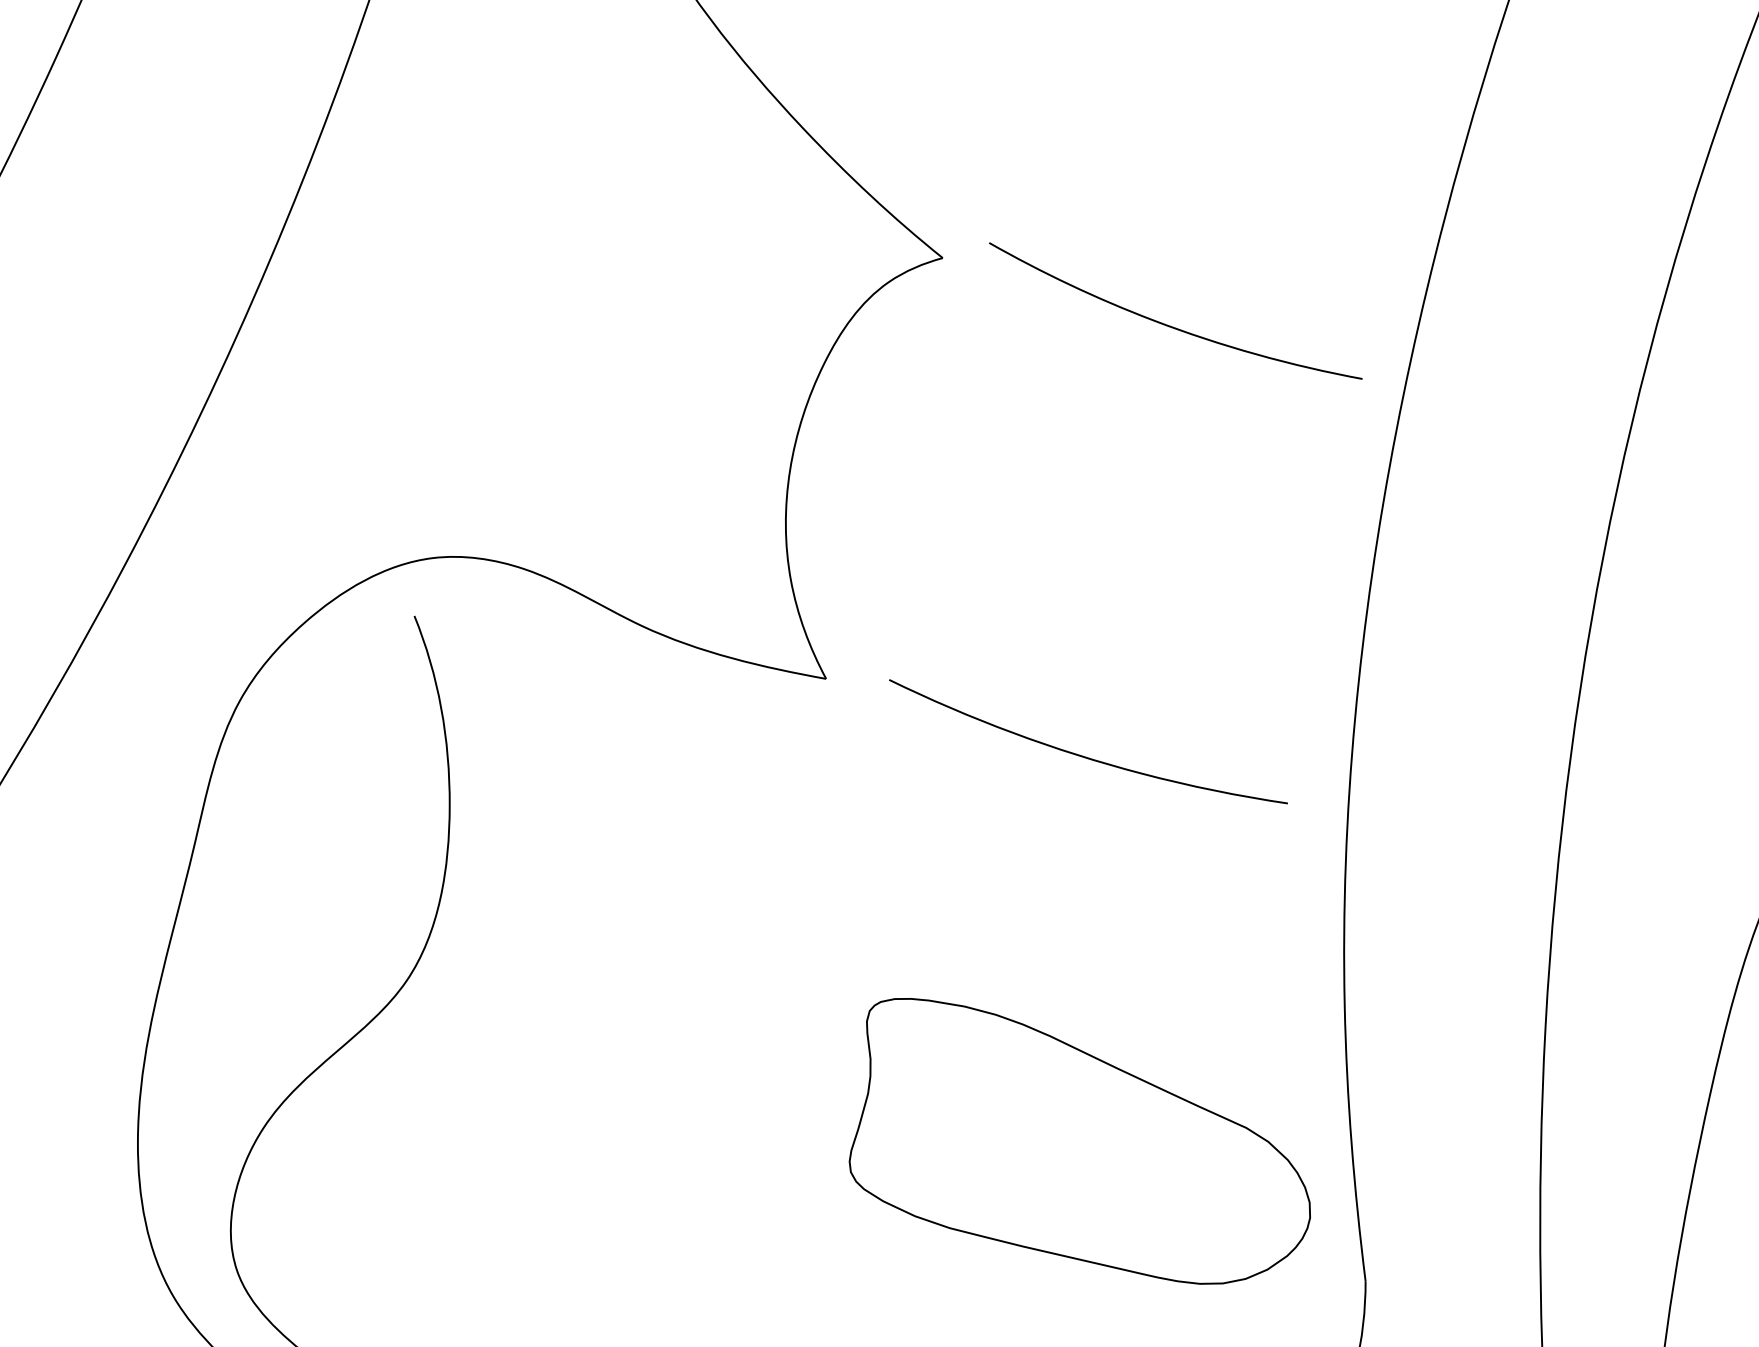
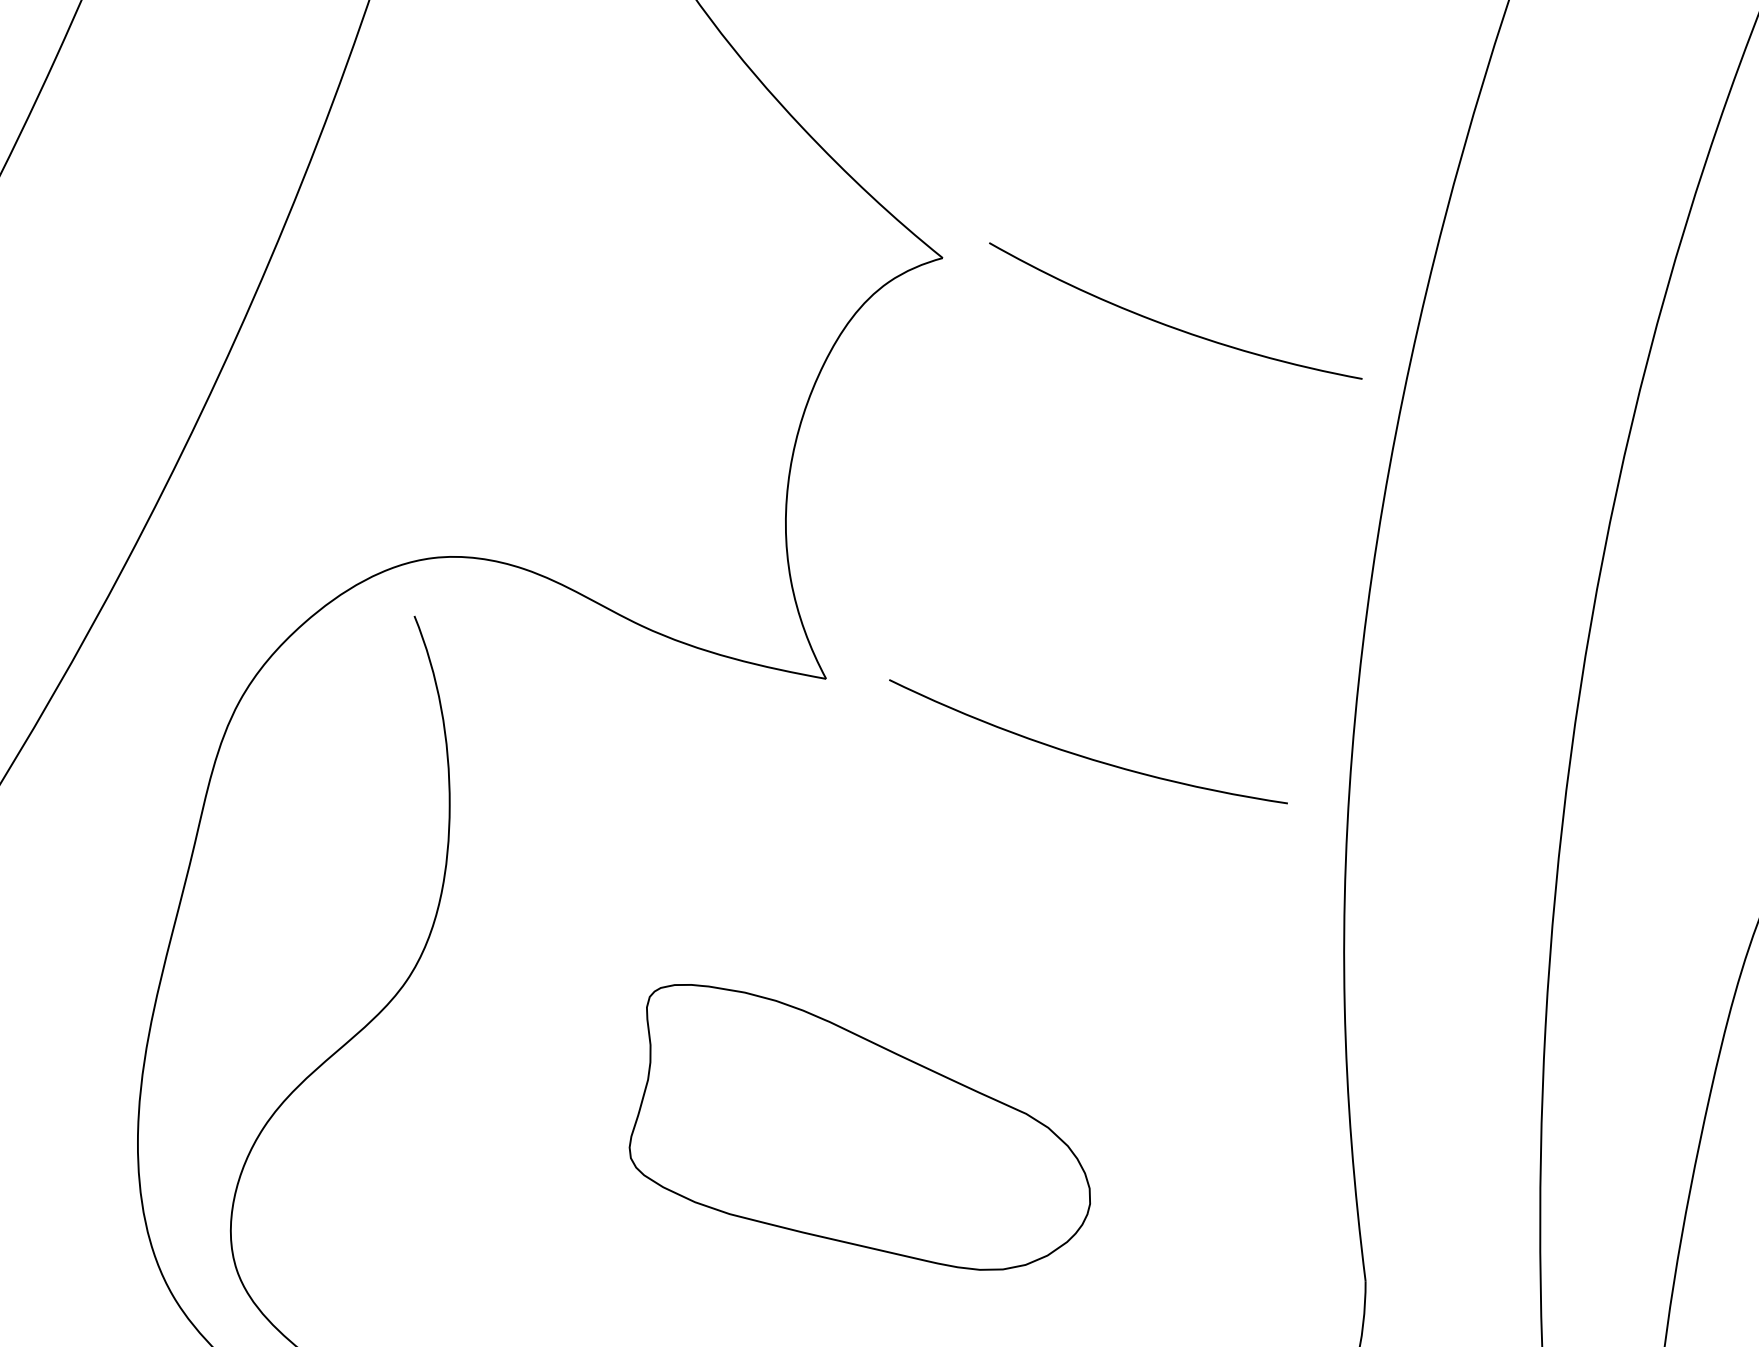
part at (1079, 1141) position: (1079, 1141) -> (859, 1127)
